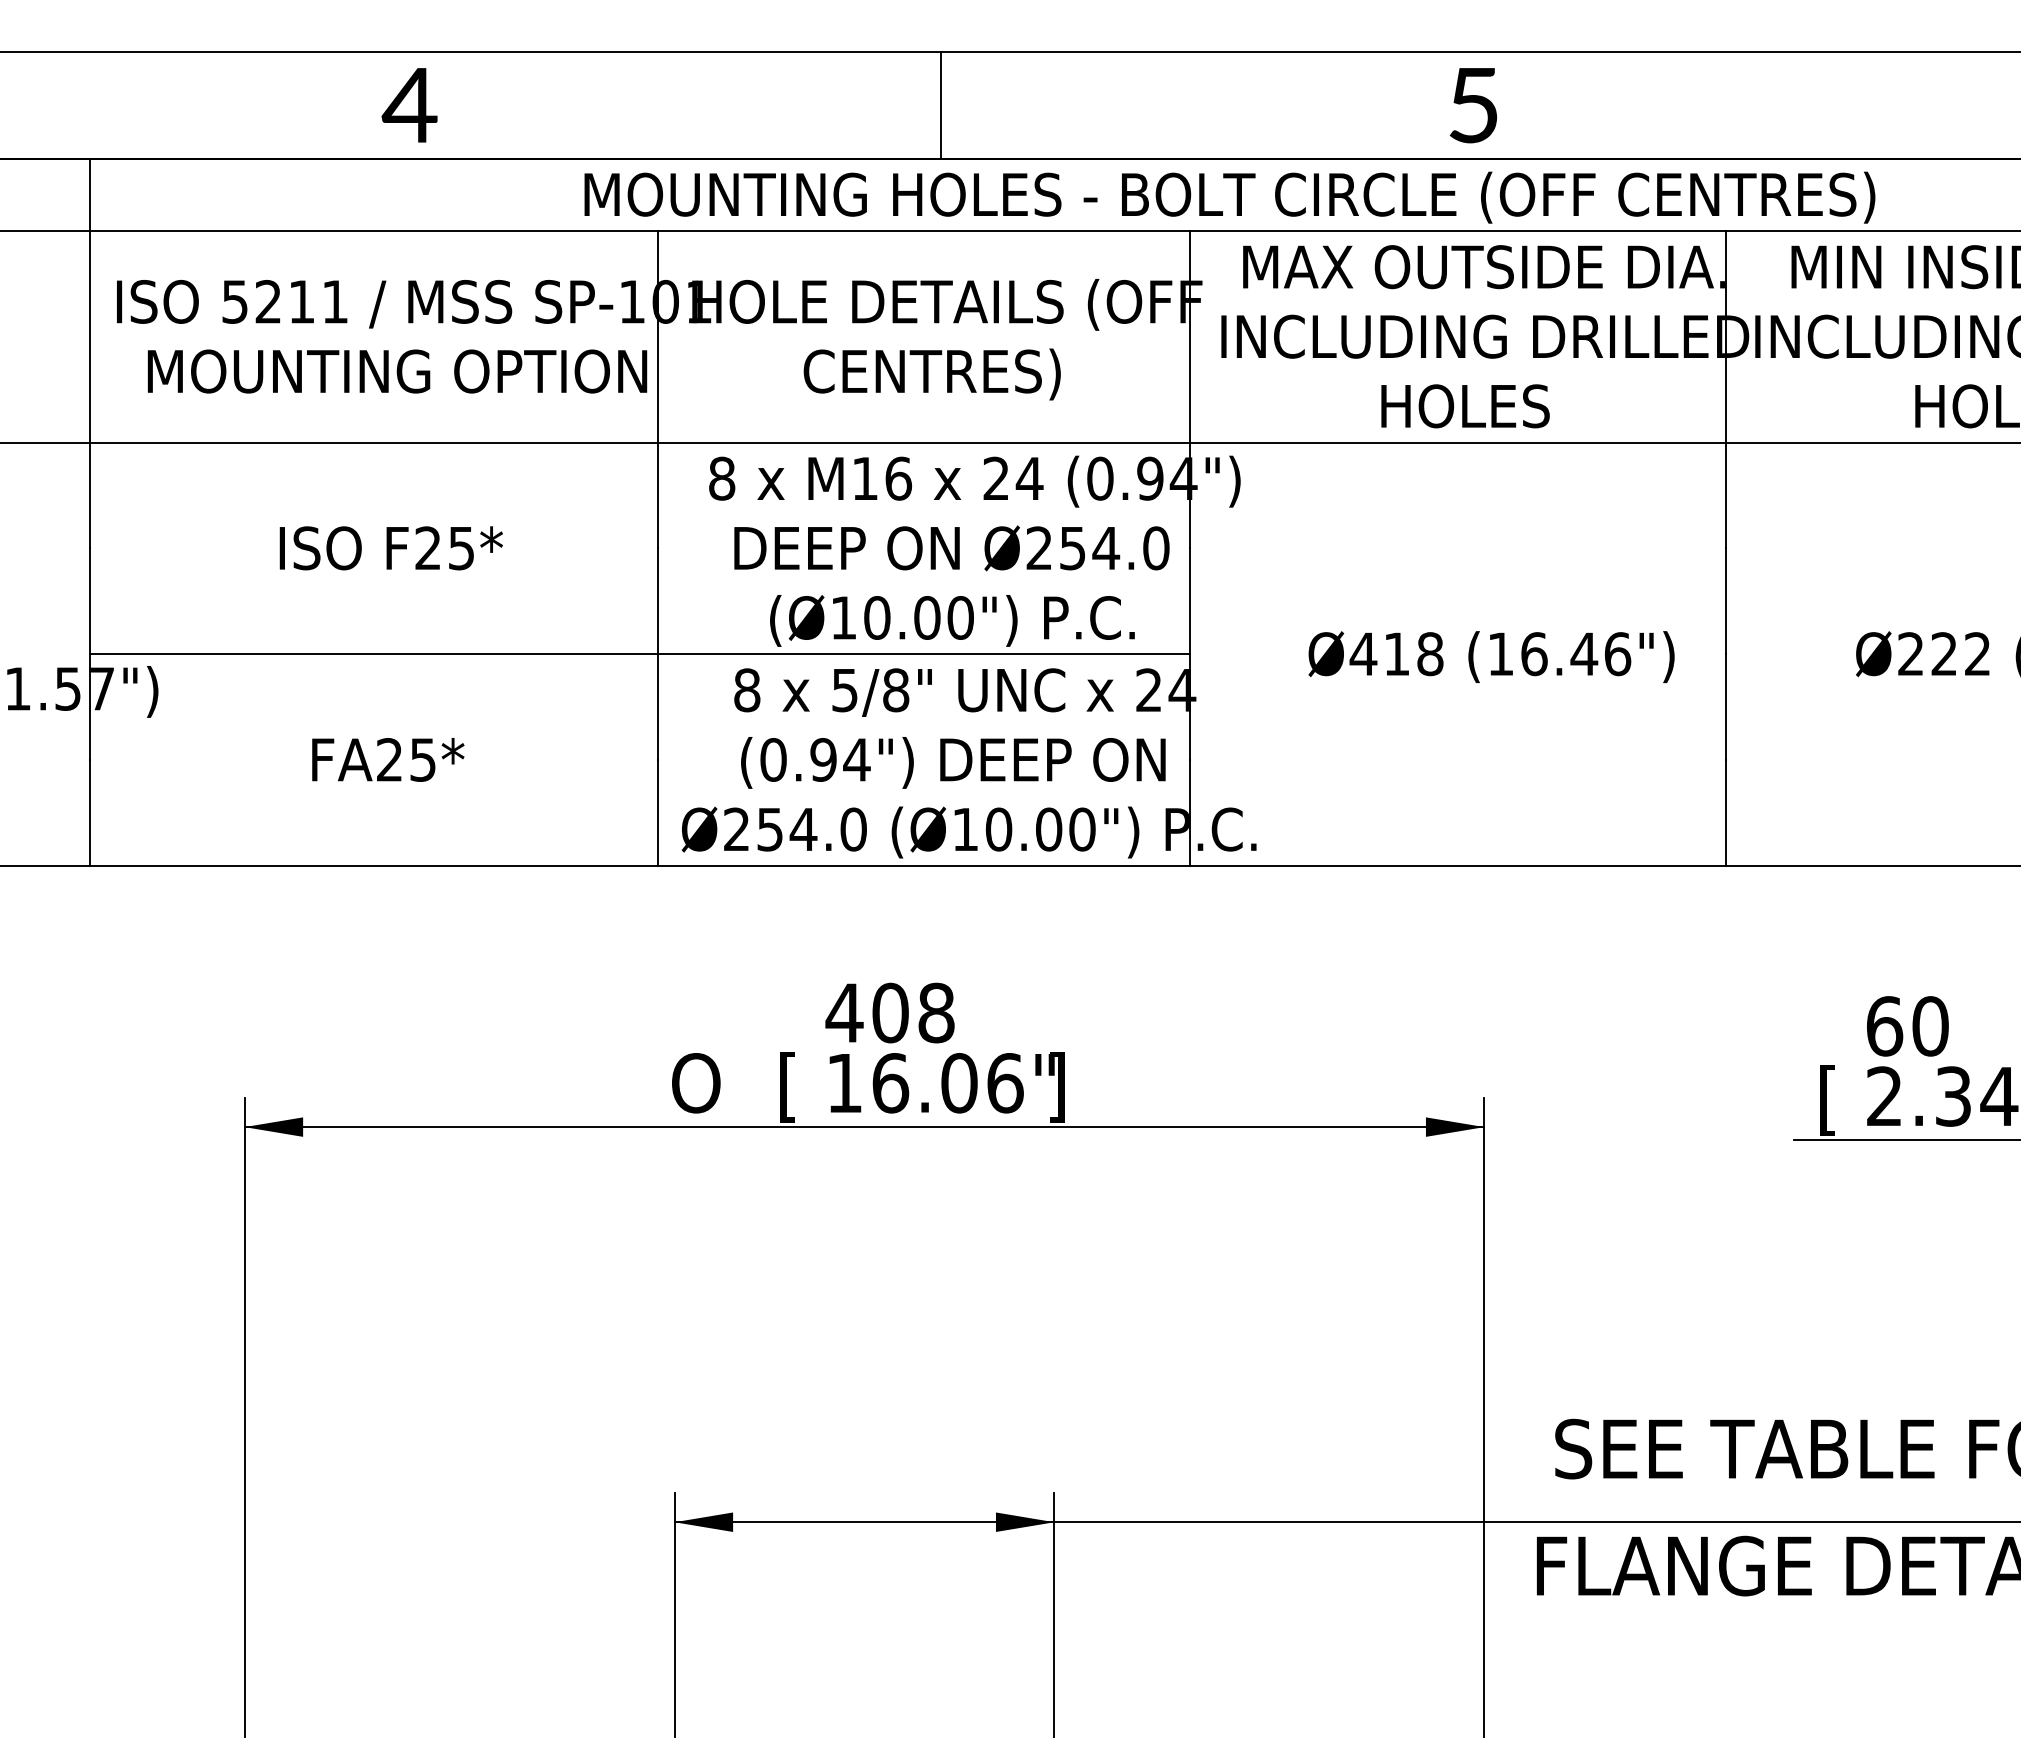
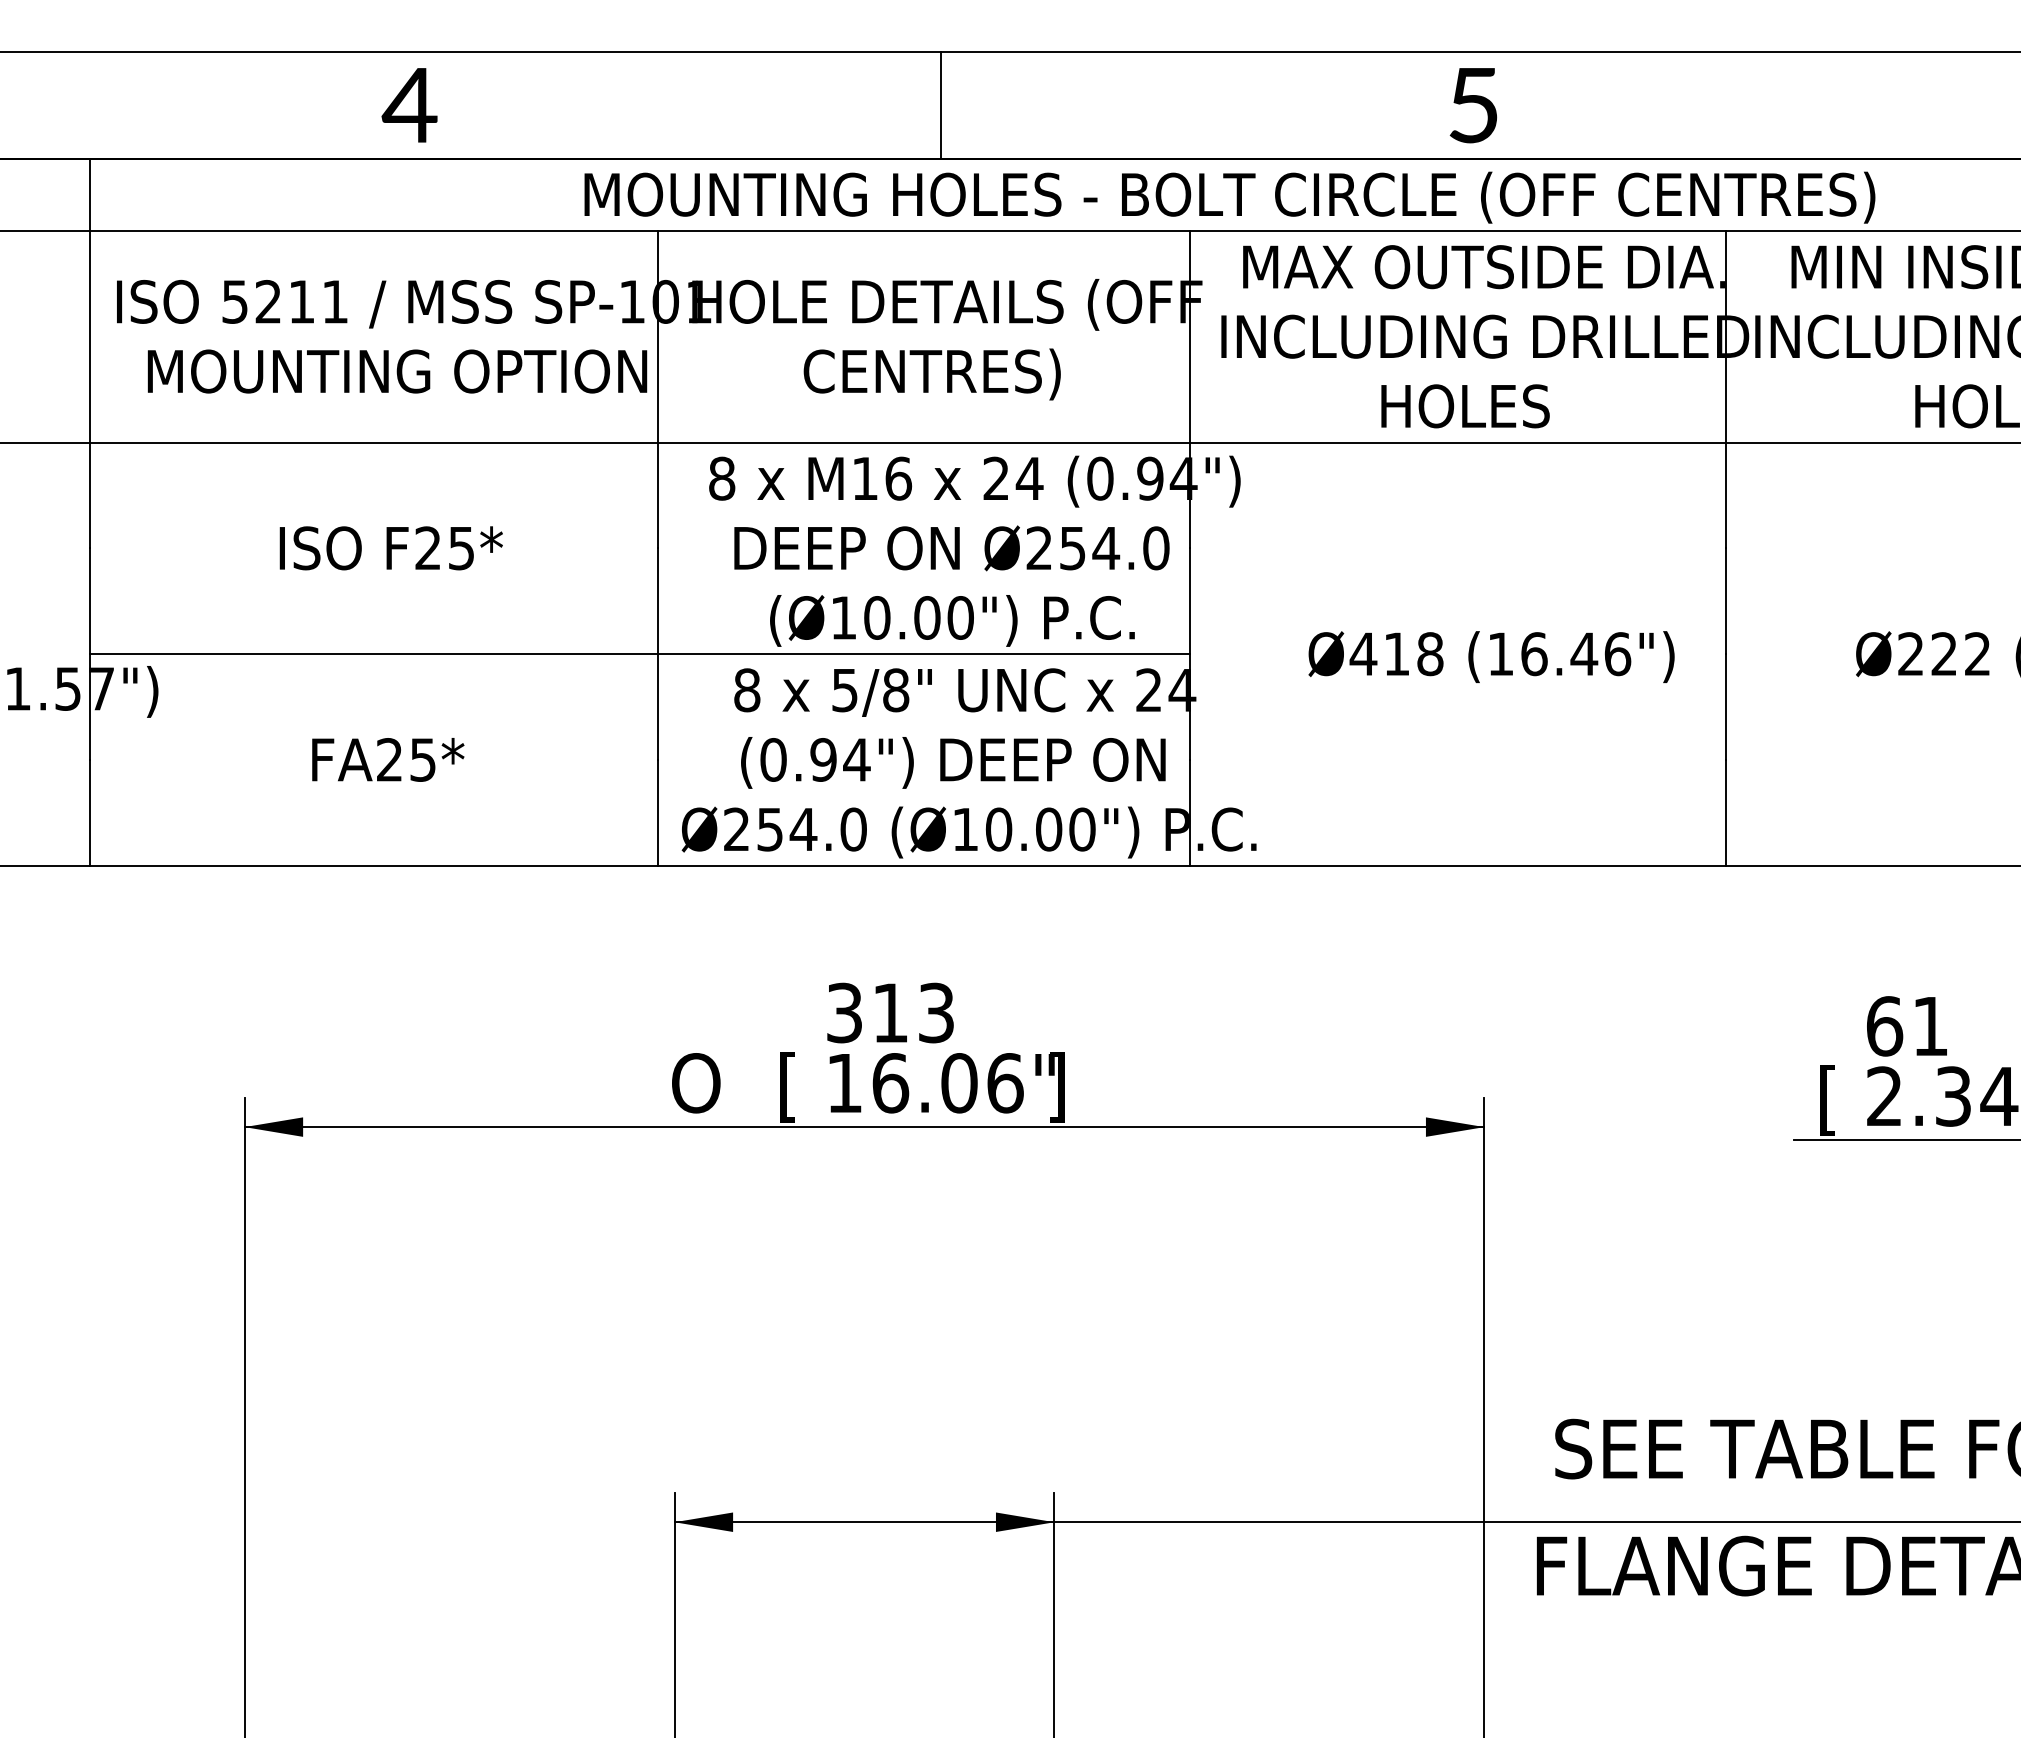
text at (889, 1012): 408 -> 313
text at (1930, 1026): 60 -> 61
